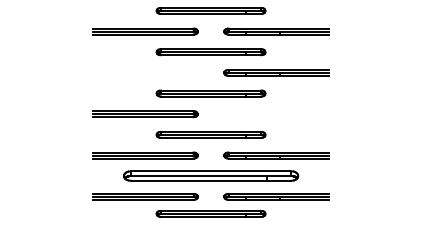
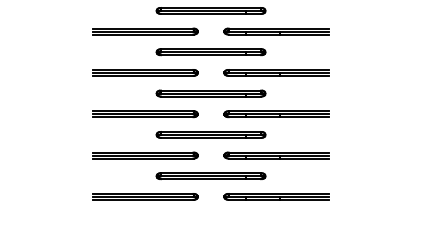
part at (145, 72): none -> present
part at (276, 114): none -> present
part at (211, 175) size: 177x12 px -> 112x9 px
part at (210, 213): present -> none
